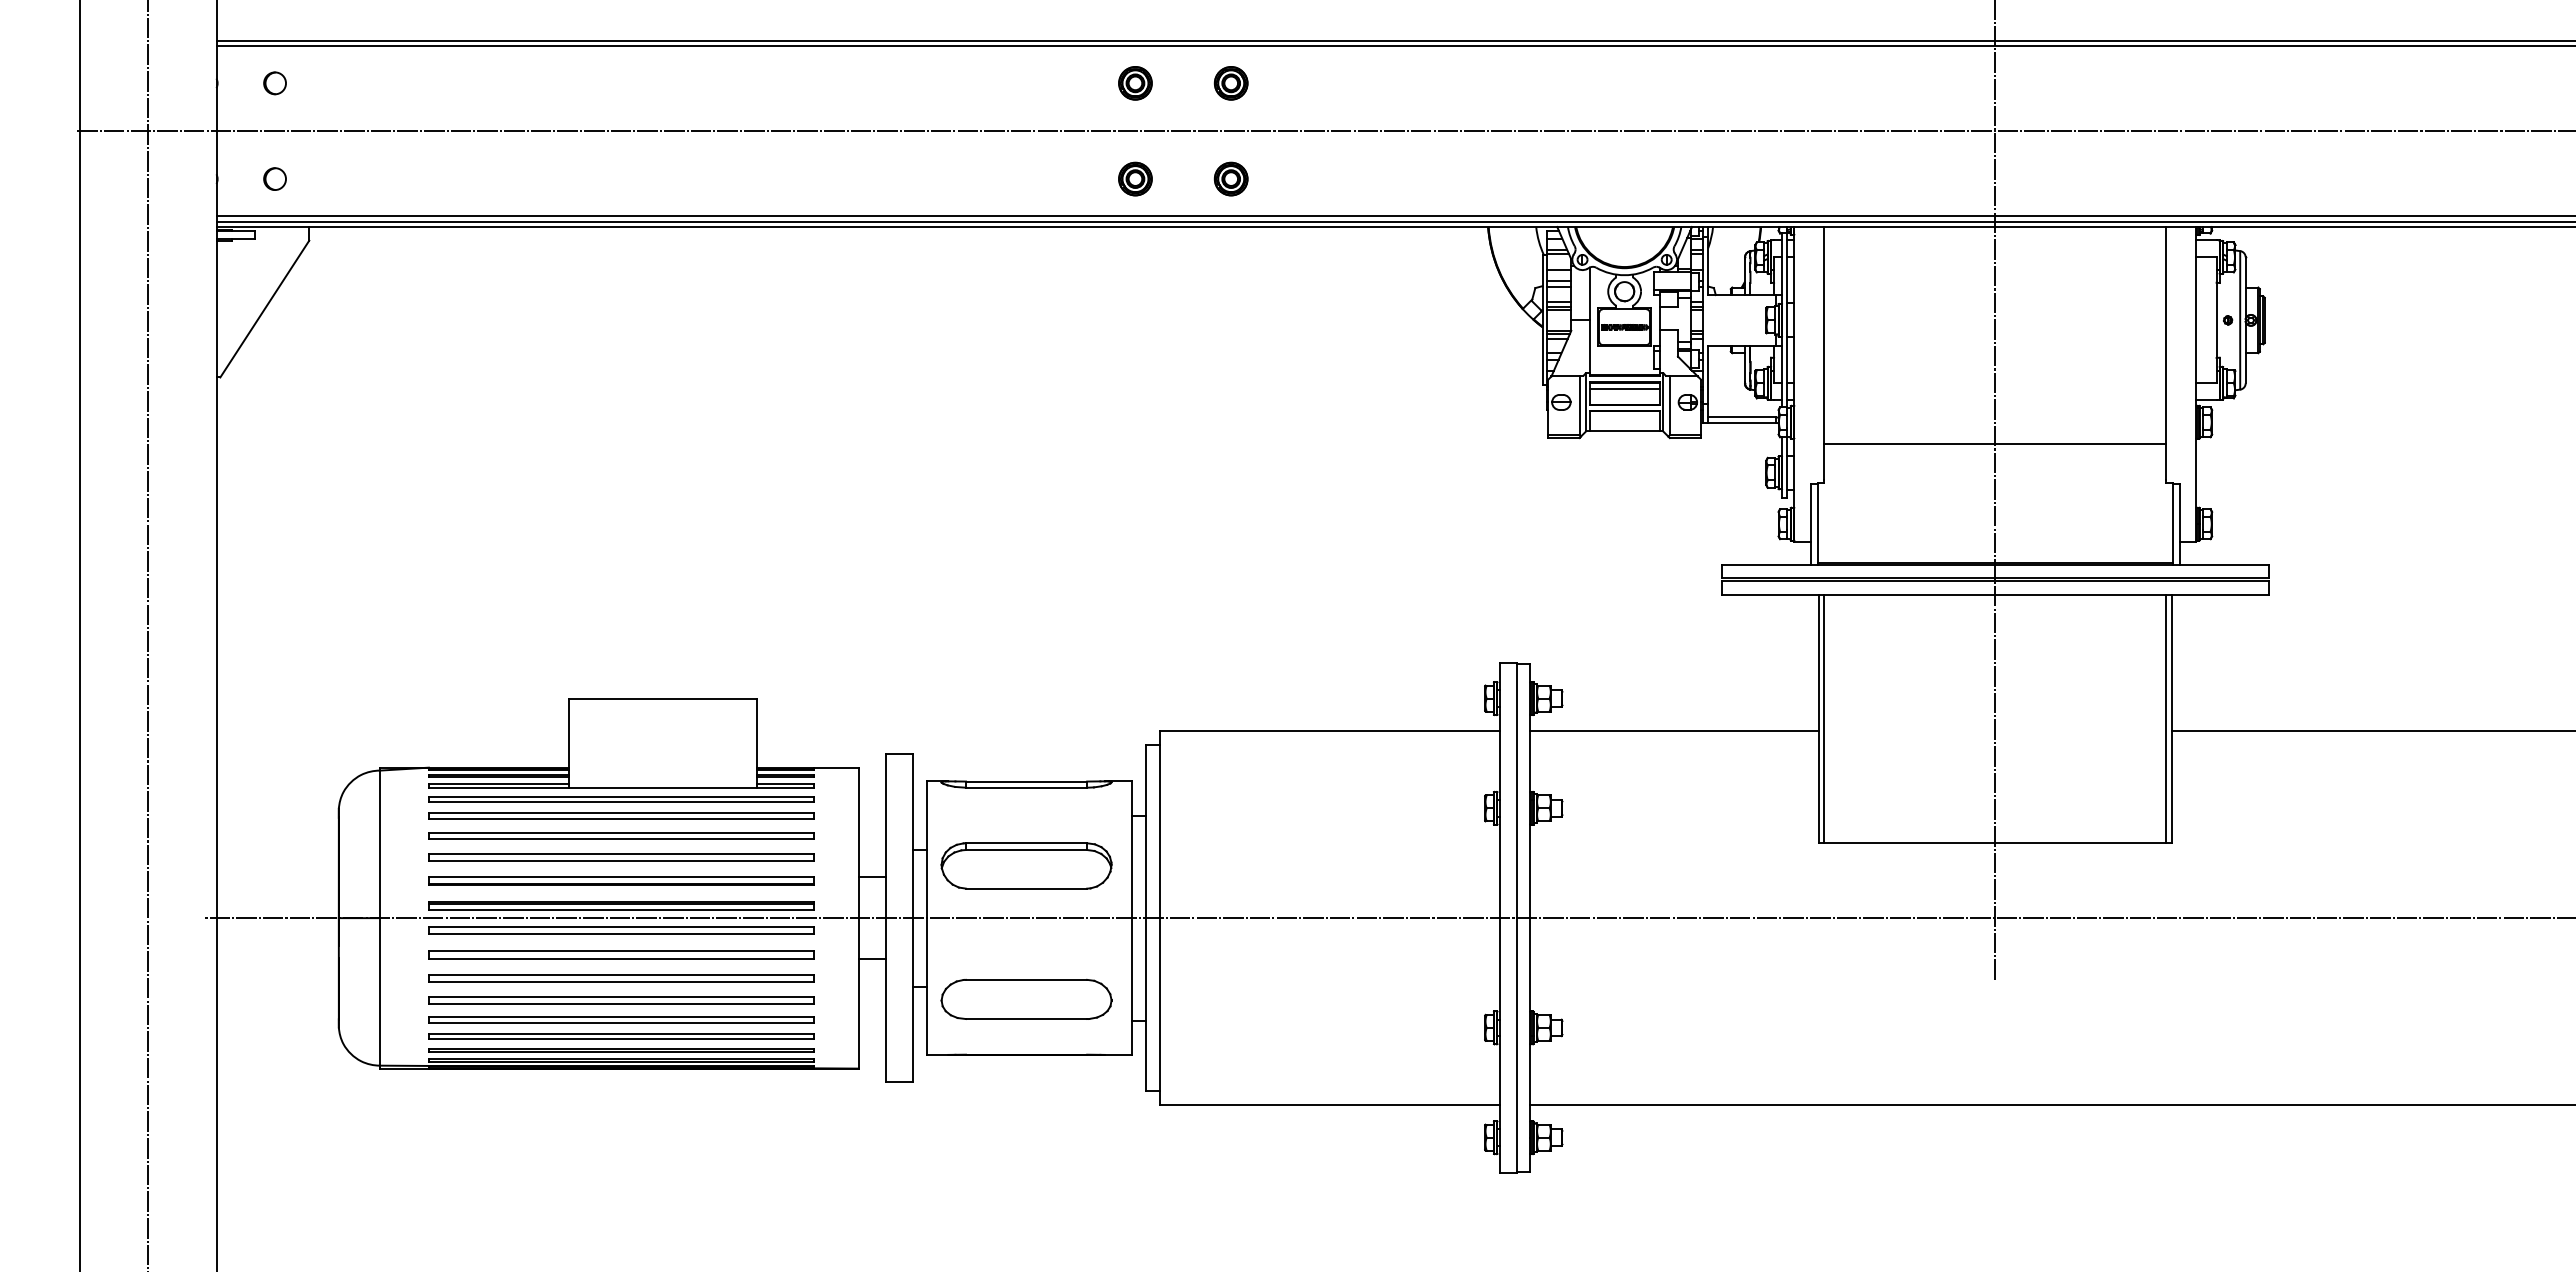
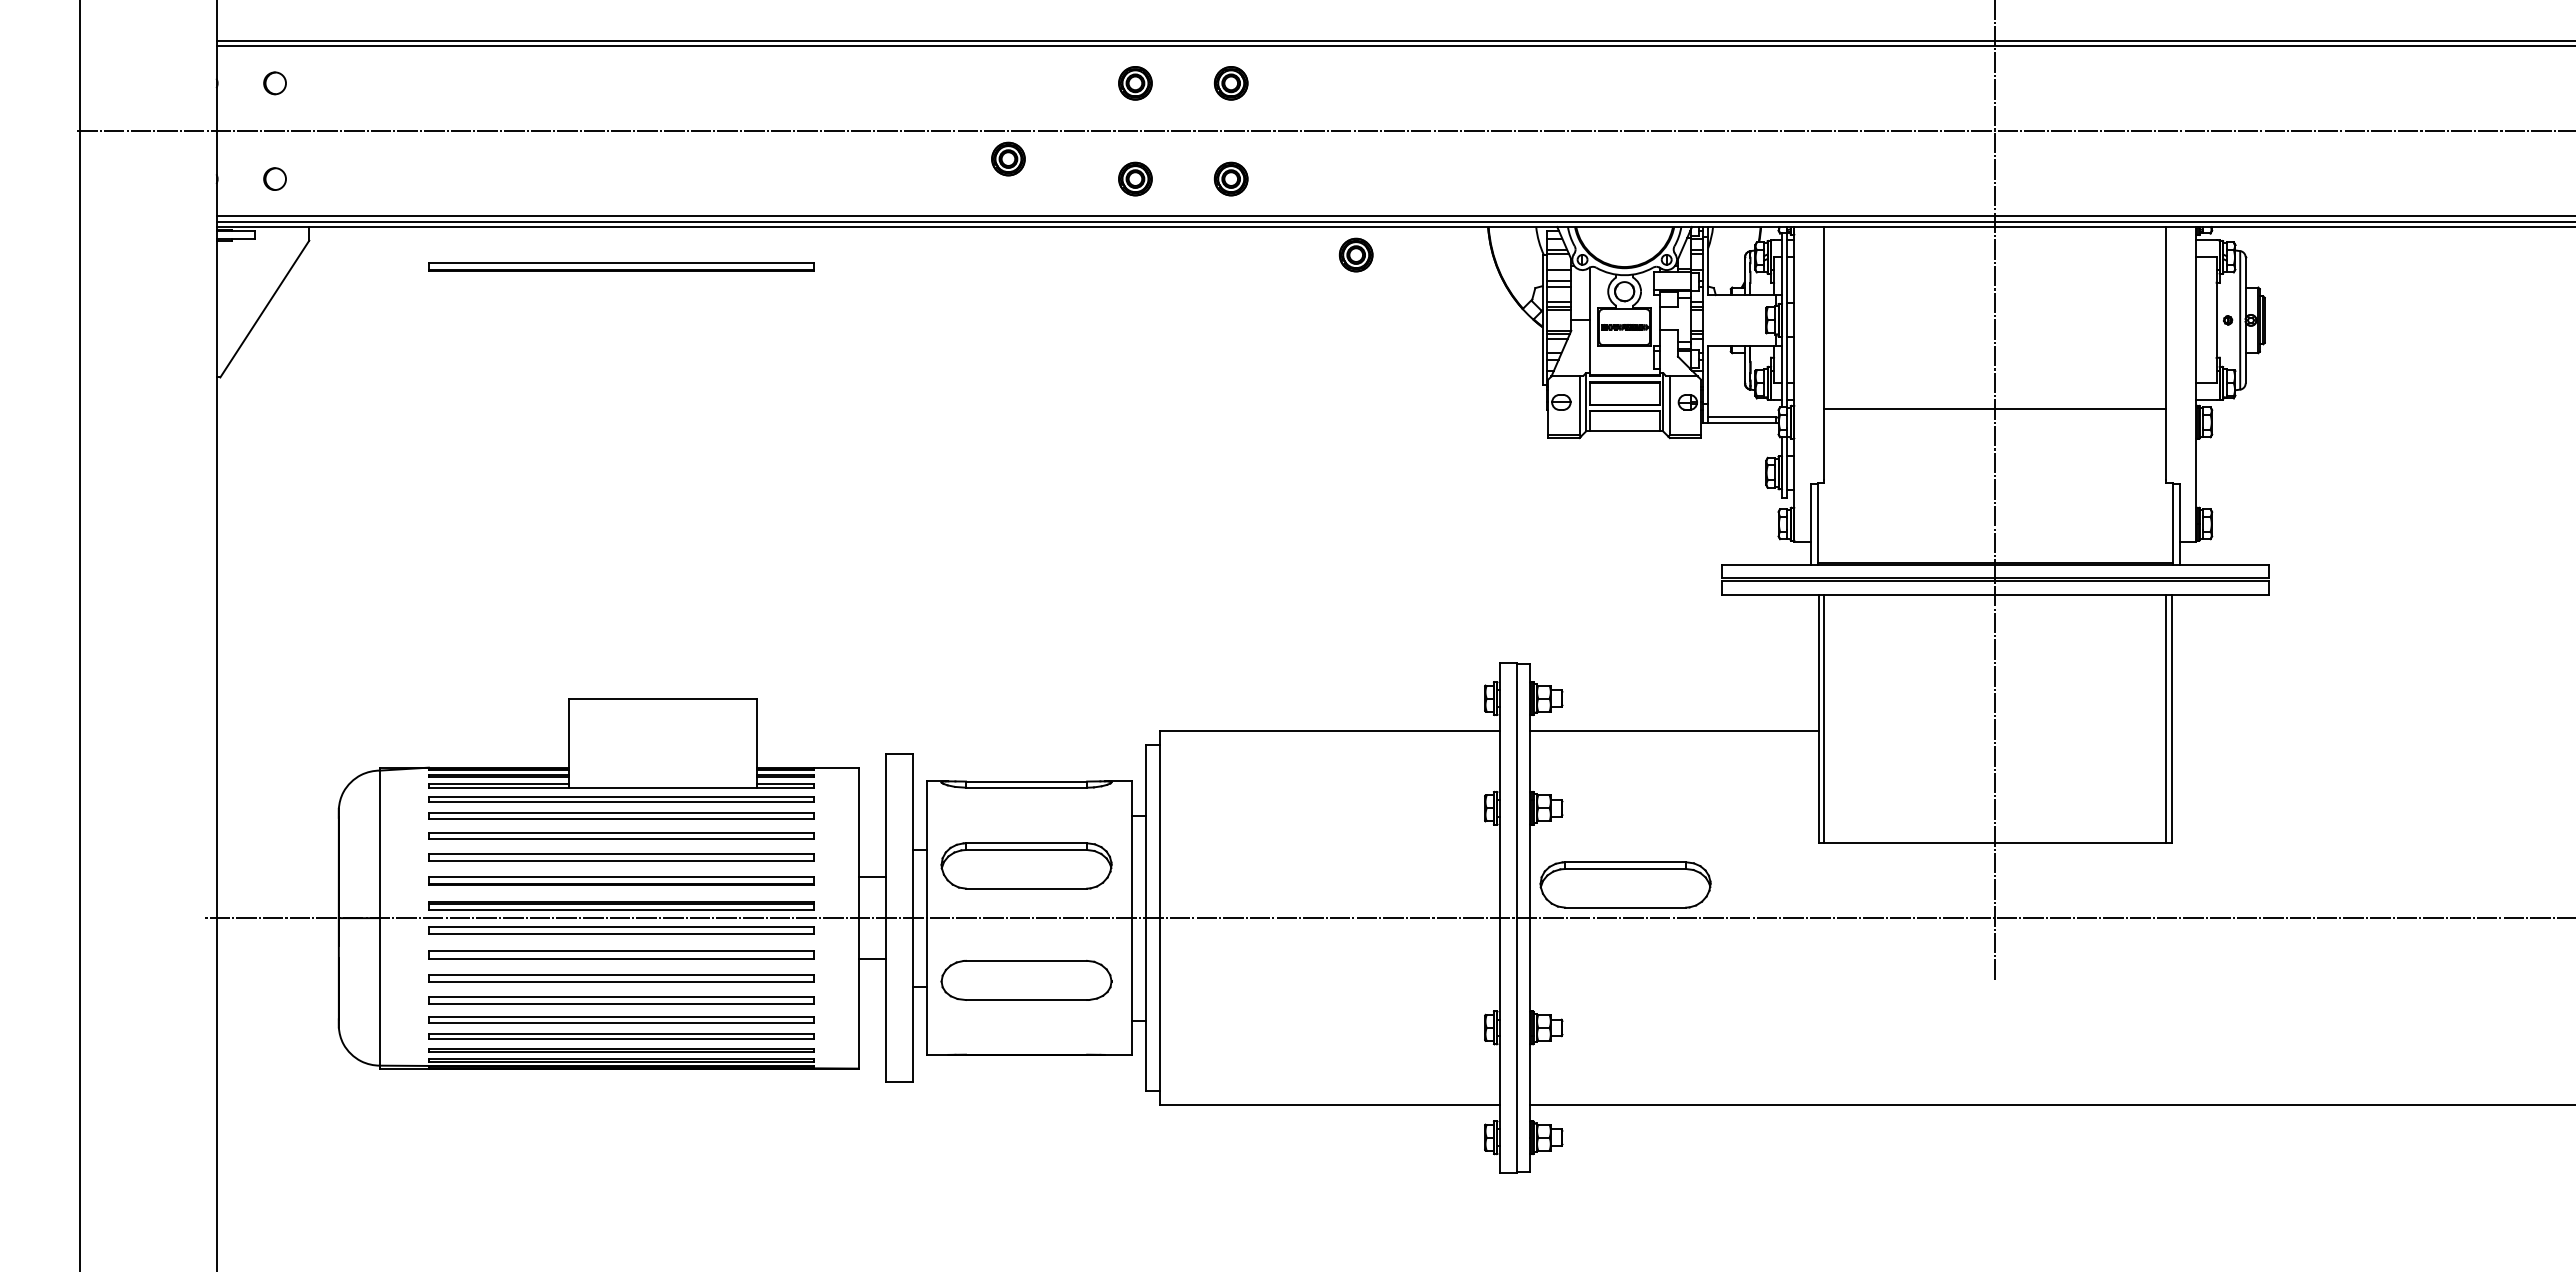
part at (1008, 158): none -> present
part at (1355, 254): none -> present
part at (621, 266): none -> present
line at (1624, 389): present -> none
line at (1995, 443) position: (1995, 443) -> (1995, 408)
line at (148, 635): present -> none
line at (2371, 731): present -> none
part at (1625, 884): none -> present
part at (1026, 998) position: (1026, 998) -> (1026, 979)
